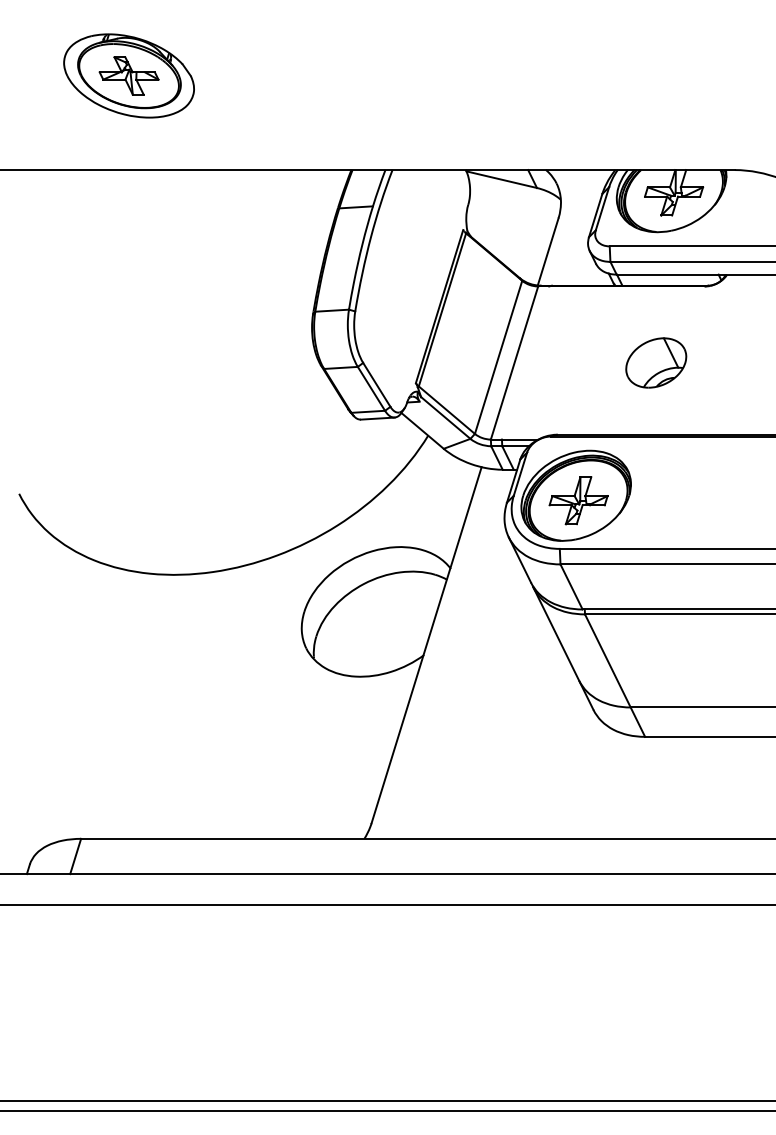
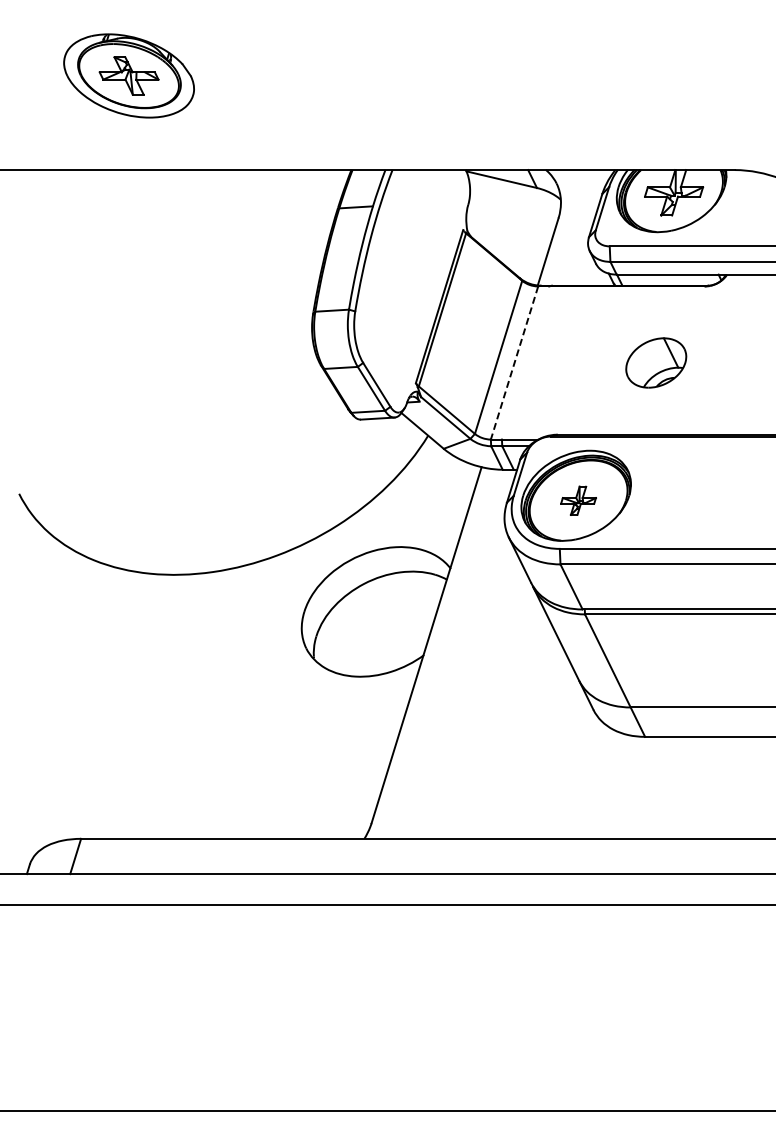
line at (514, 363): solid -> dashed
part at (578, 500) size: 61x50 px -> 37x31 px
line at (387, 1100): present -> none
